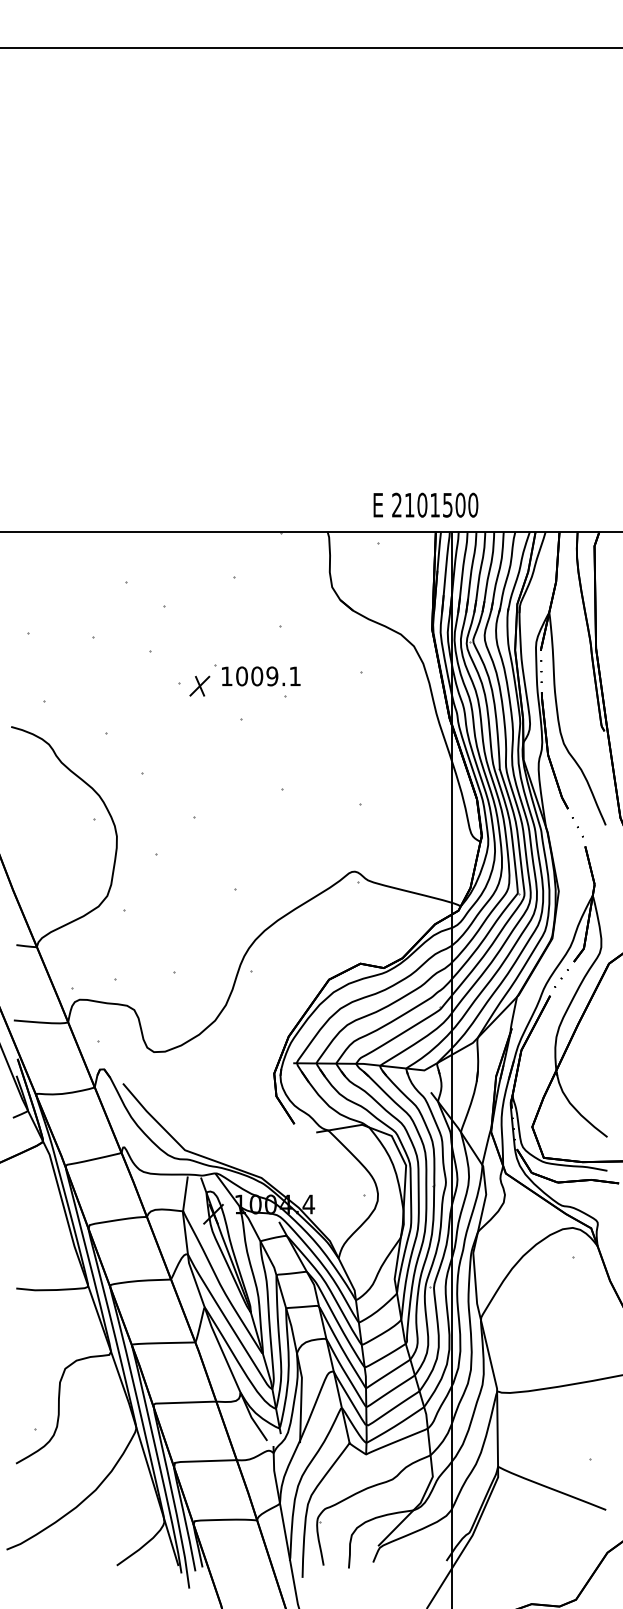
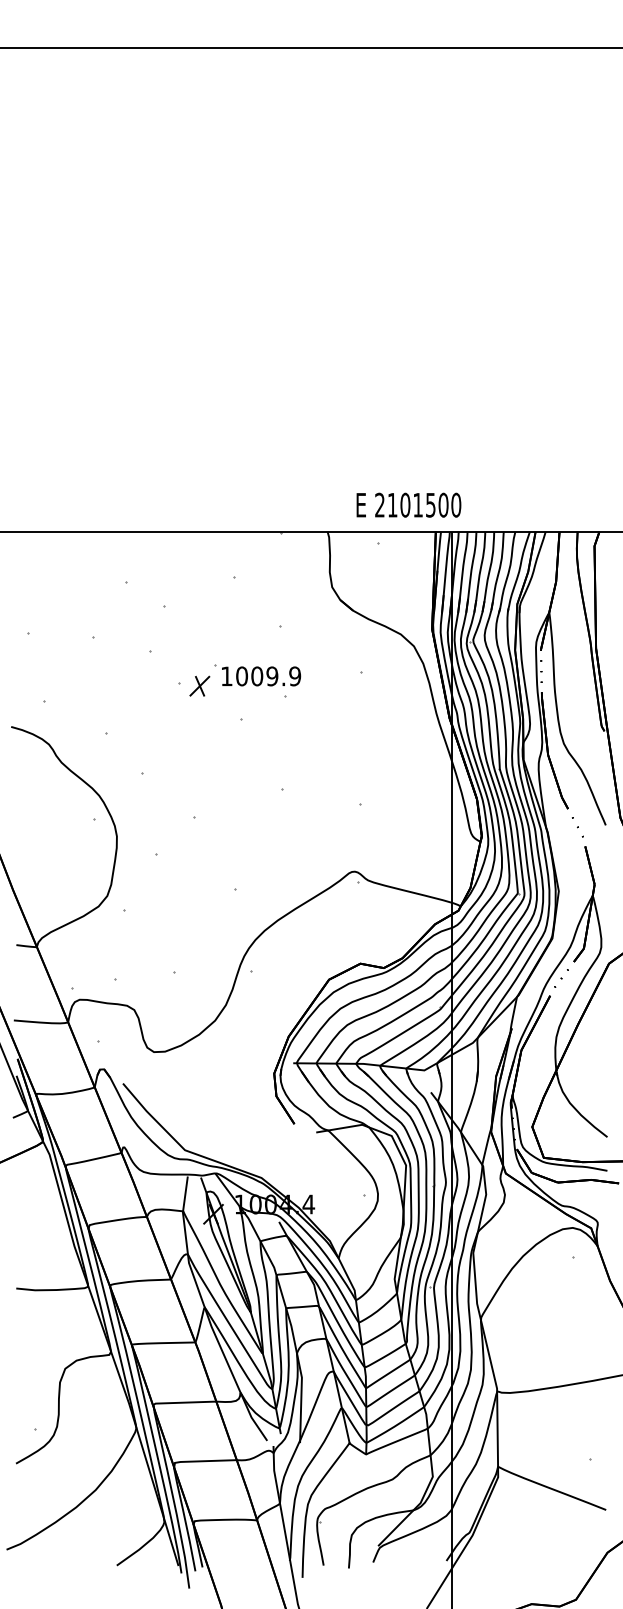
text at (425, 504) position: (425, 504) -> (408, 504)
text at (295, 676): 1009.1 -> 1009.9
